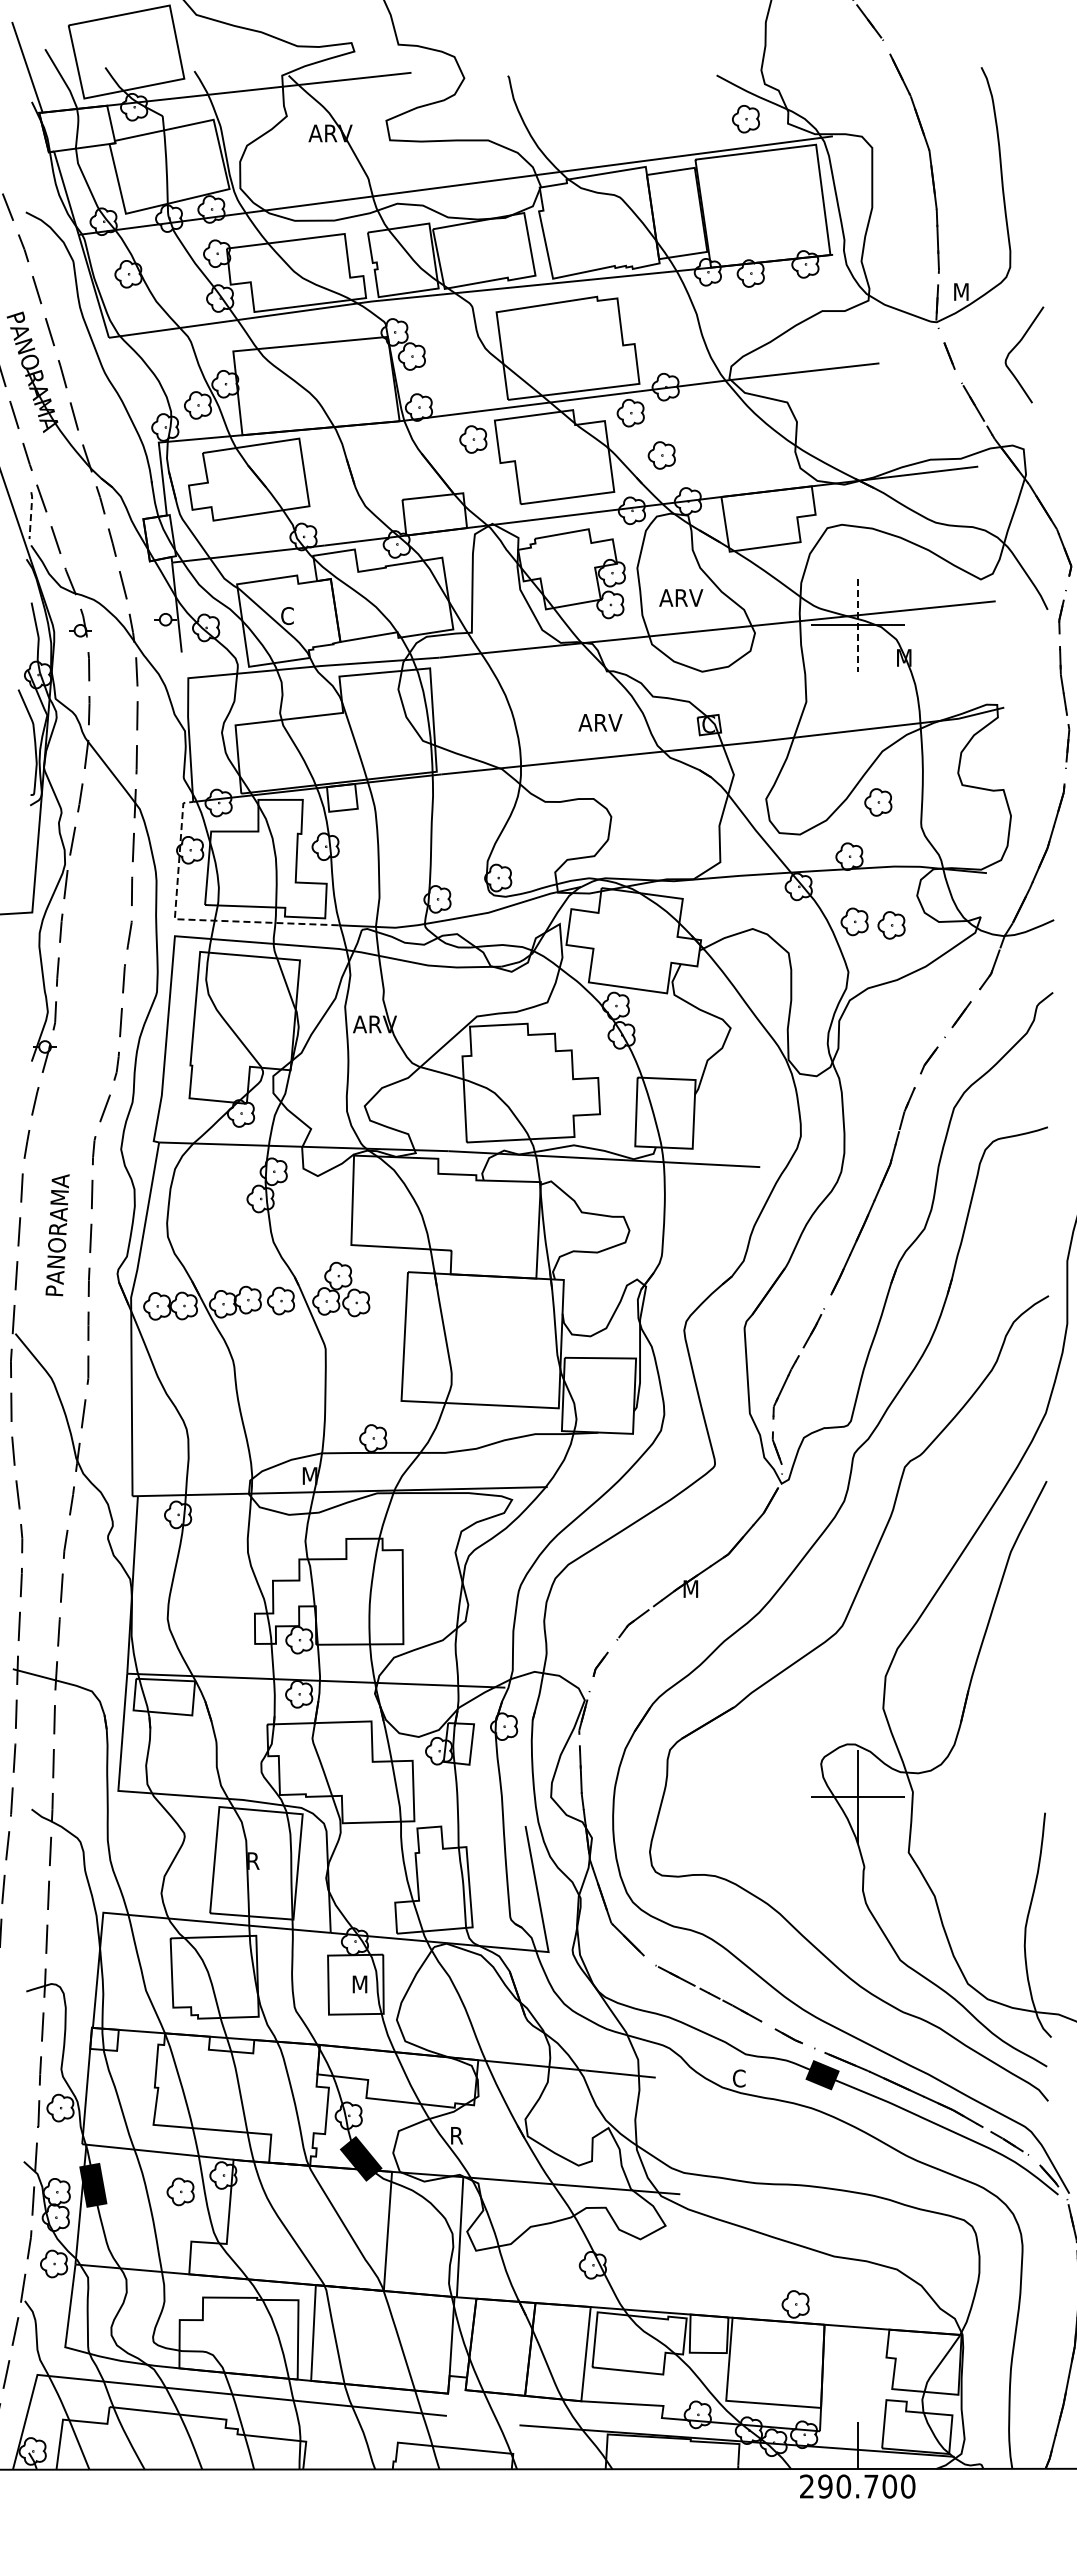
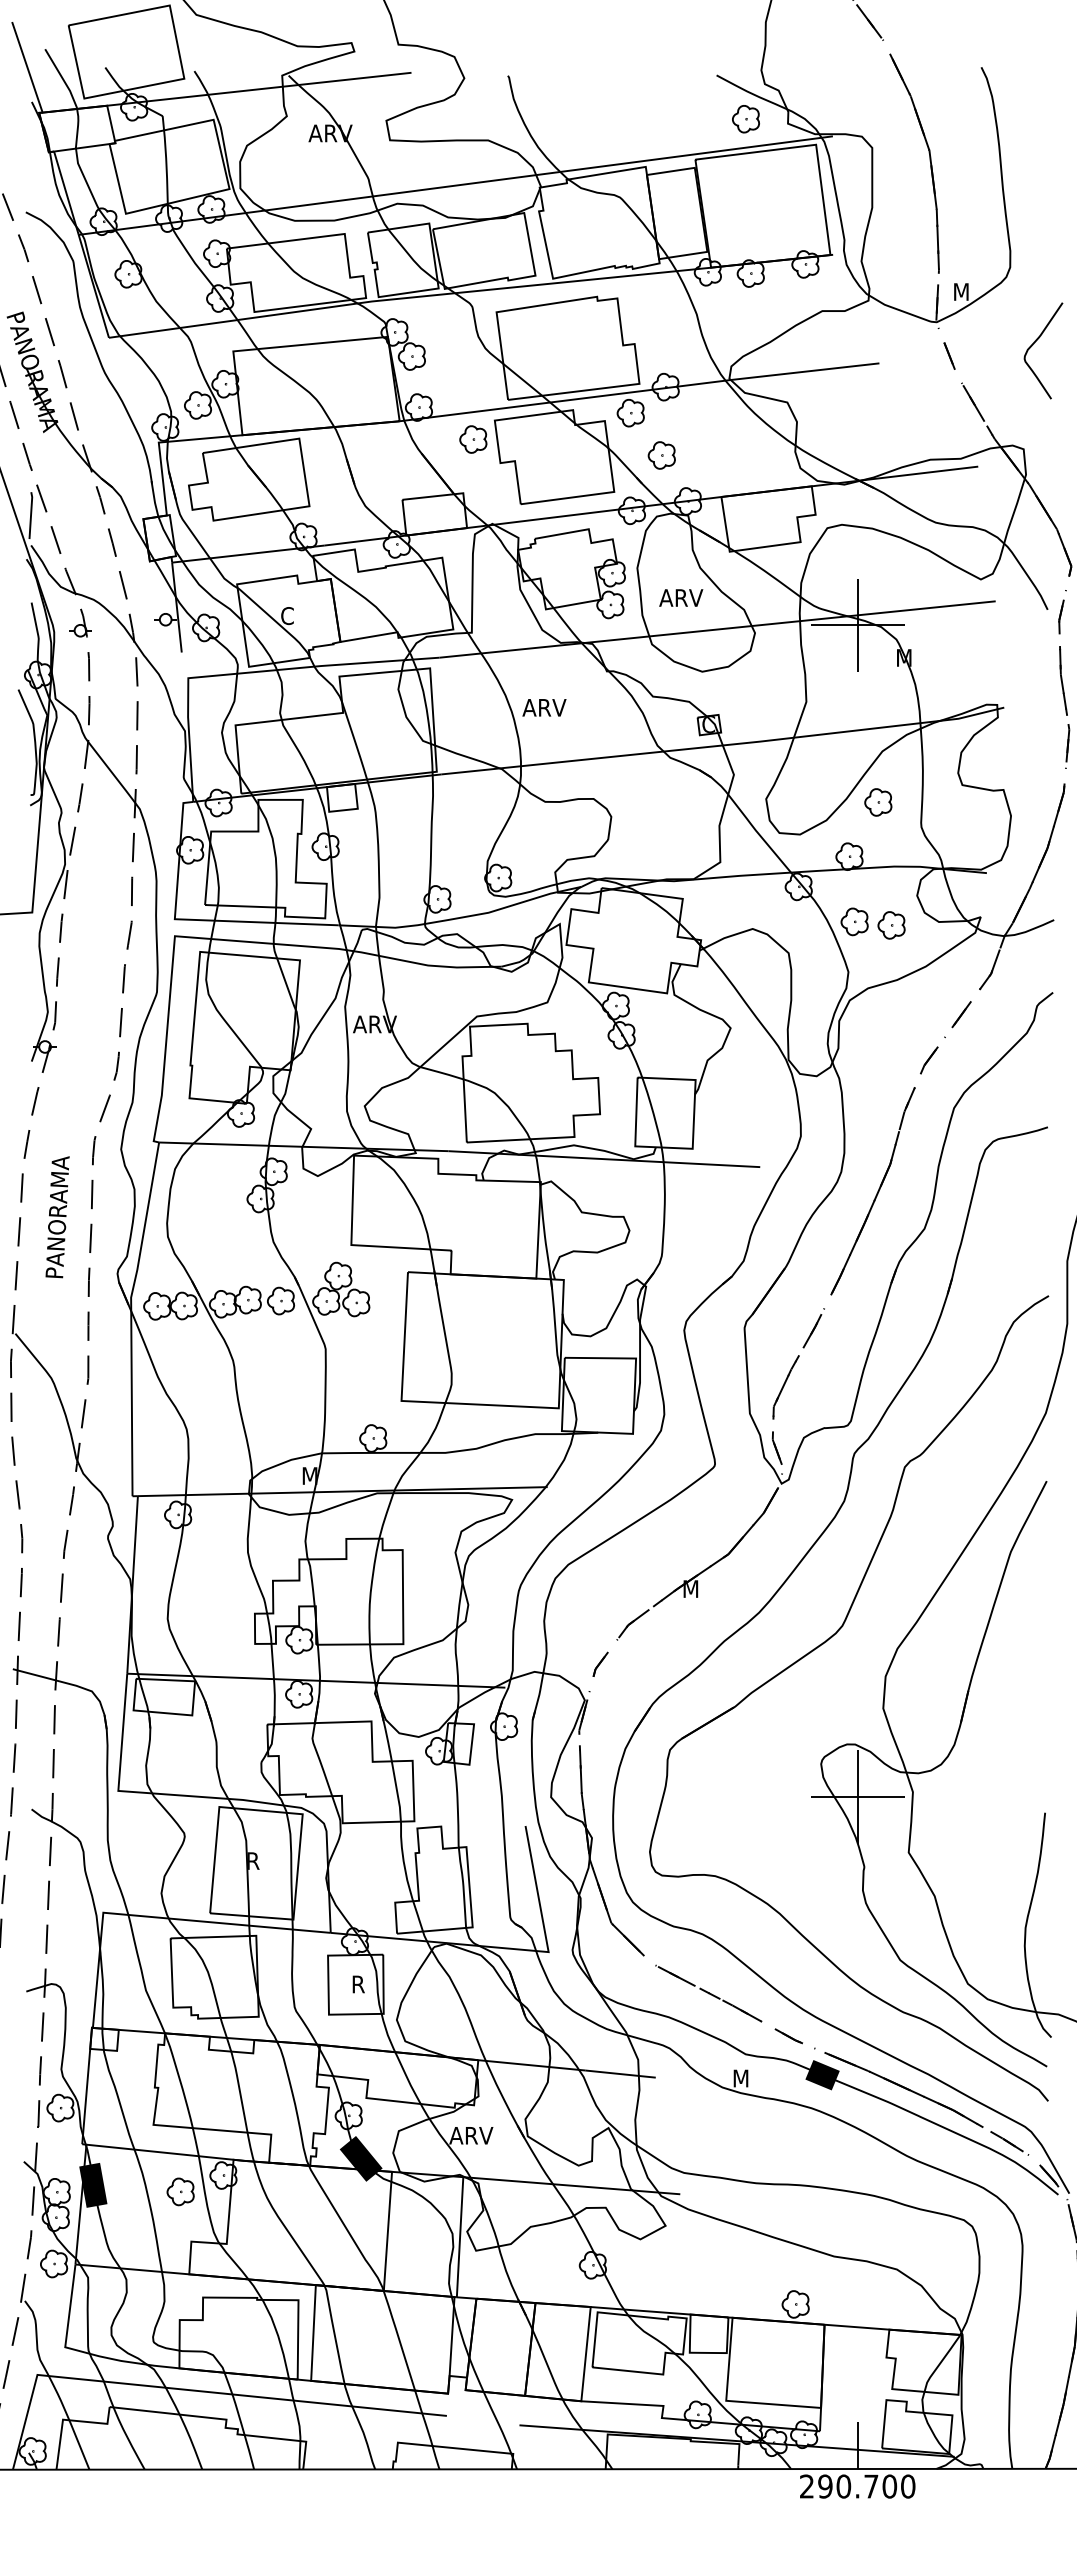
curve at (1014, 349) position: (1014, 349) -> (1033, 345)
line at (31, 514): dashed -> solid
line at (857, 625): dashed -> solid
text at (600, 722) position: (600, 722) -> (544, 707)
line at (191, 919): dashed -> solid
text at (57, 1235) position: (57, 1235) -> (57, 1217)
text at (360, 1984): M -> R
text at (740, 2078): C -> M
text at (471, 2135): R -> ARV
